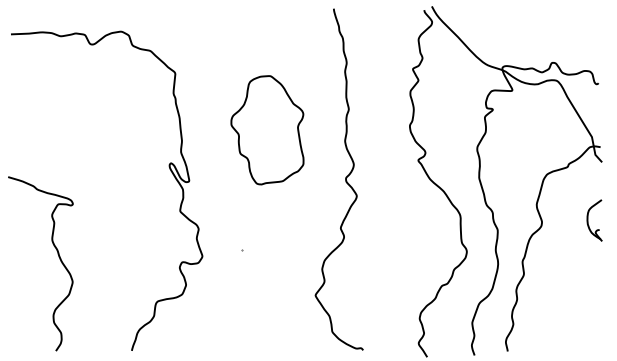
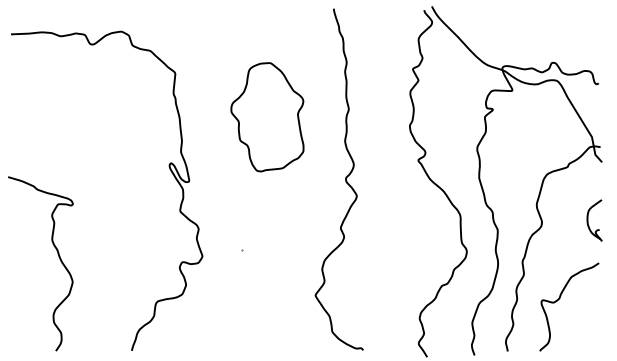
part at (267, 130) position: (267, 130) -> (267, 117)
curve at (560, 298): none -> present
